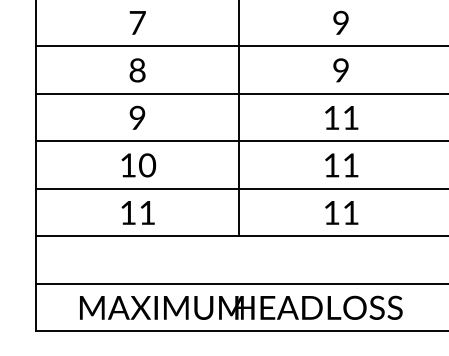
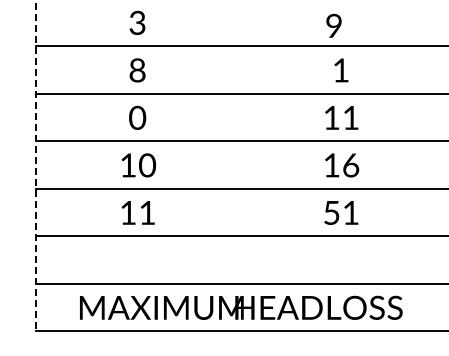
text at (137, 22): 7 -> 3
text at (340, 22) position: (340, 22) -> (333, 25)
text at (340, 70): 9 -> 1
text at (137, 118): 9 -> 0
line at (239, 119): present -> none
text at (351, 165): 11 -> 16
line at (35, 166): solid -> dashed
text at (331, 212): 11 -> 51
